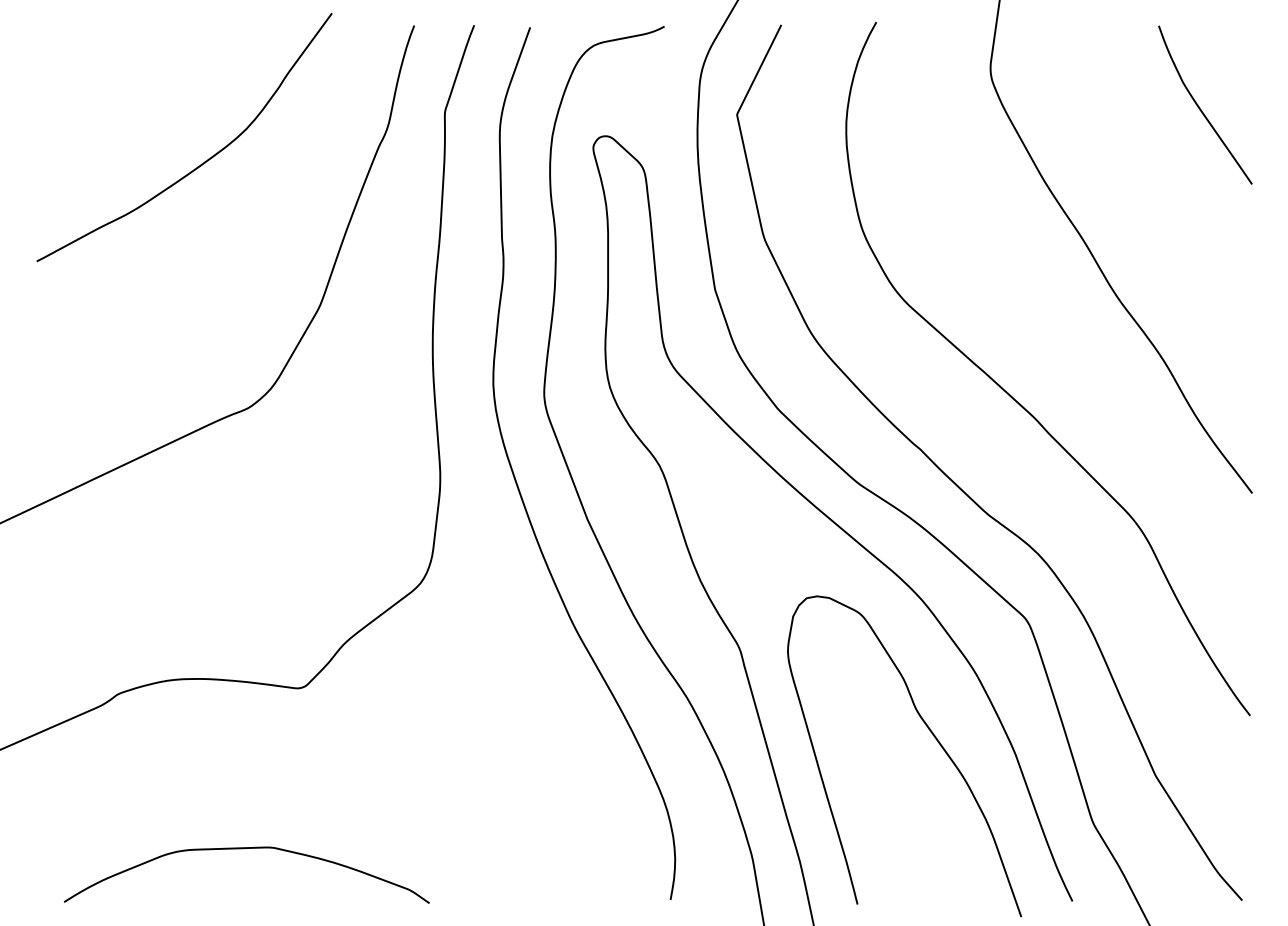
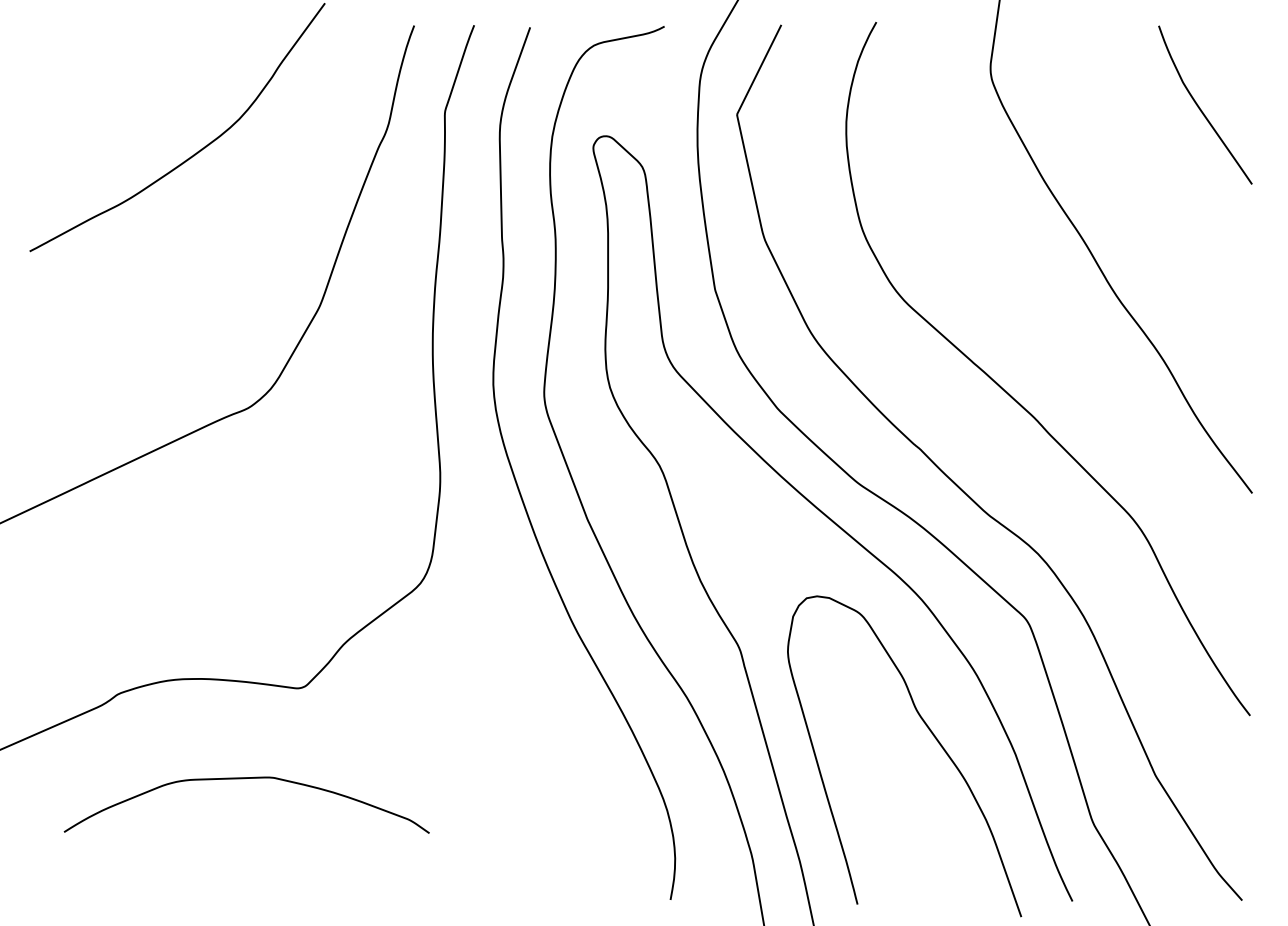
curve at (201, 163) position: (201, 163) -> (194, 153)
curve at (243, 849) position: (243, 849) -> (243, 779)
